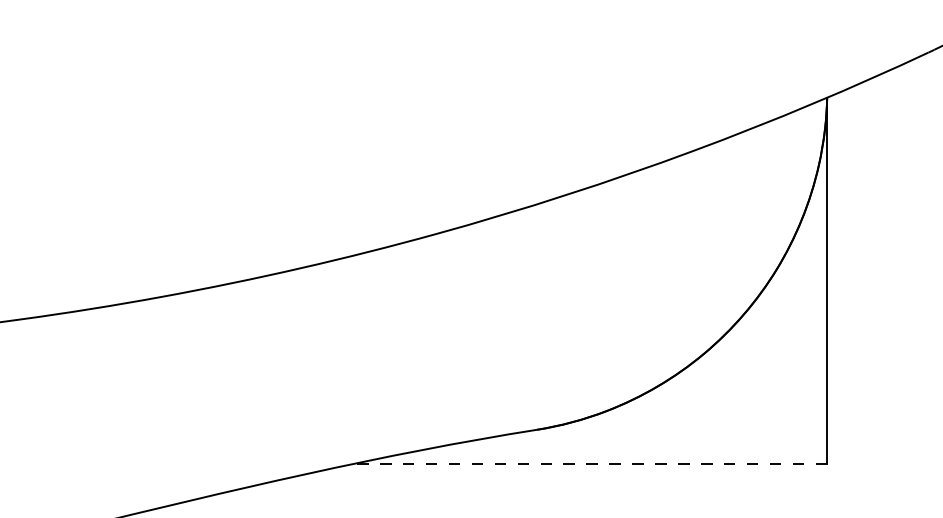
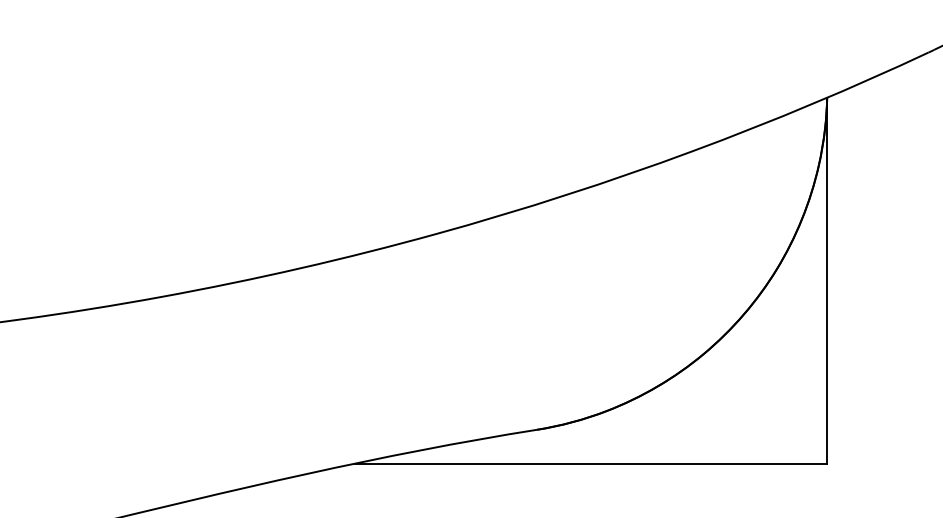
line at (590, 464): dashed -> solid
